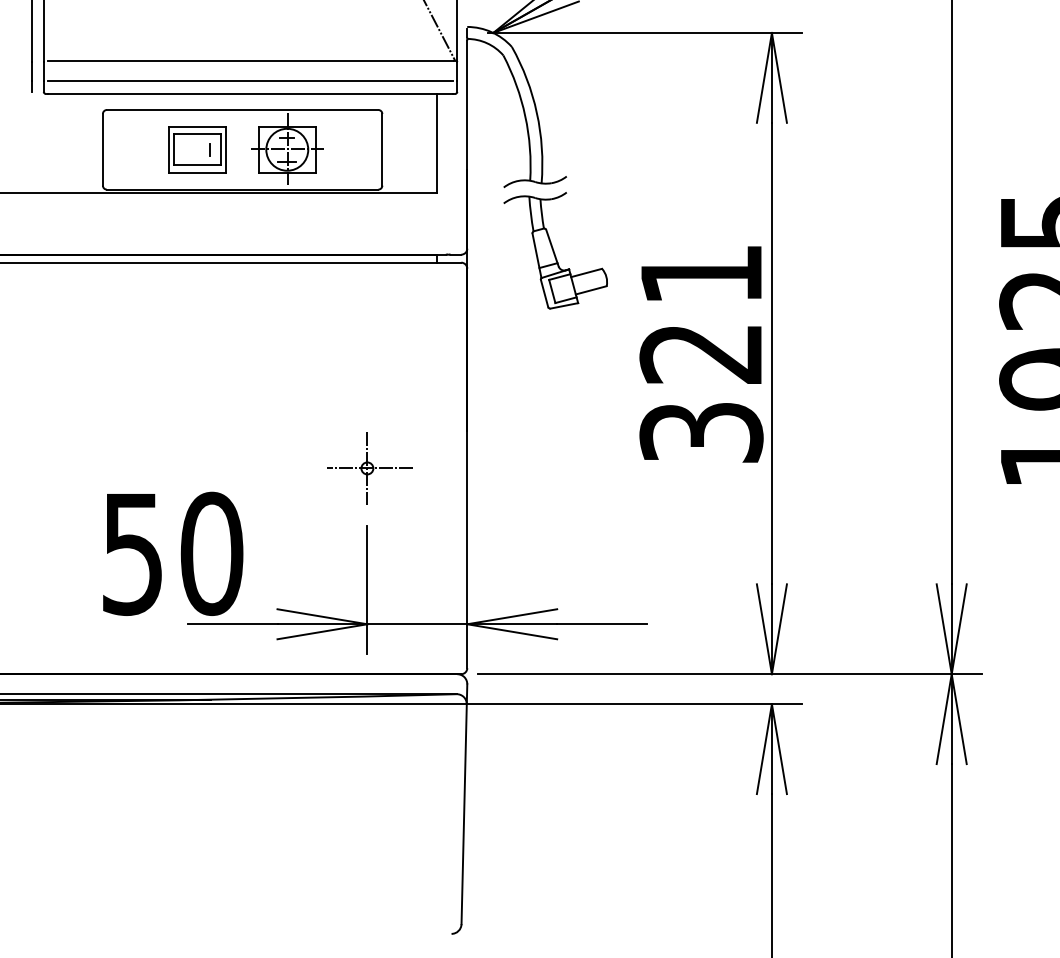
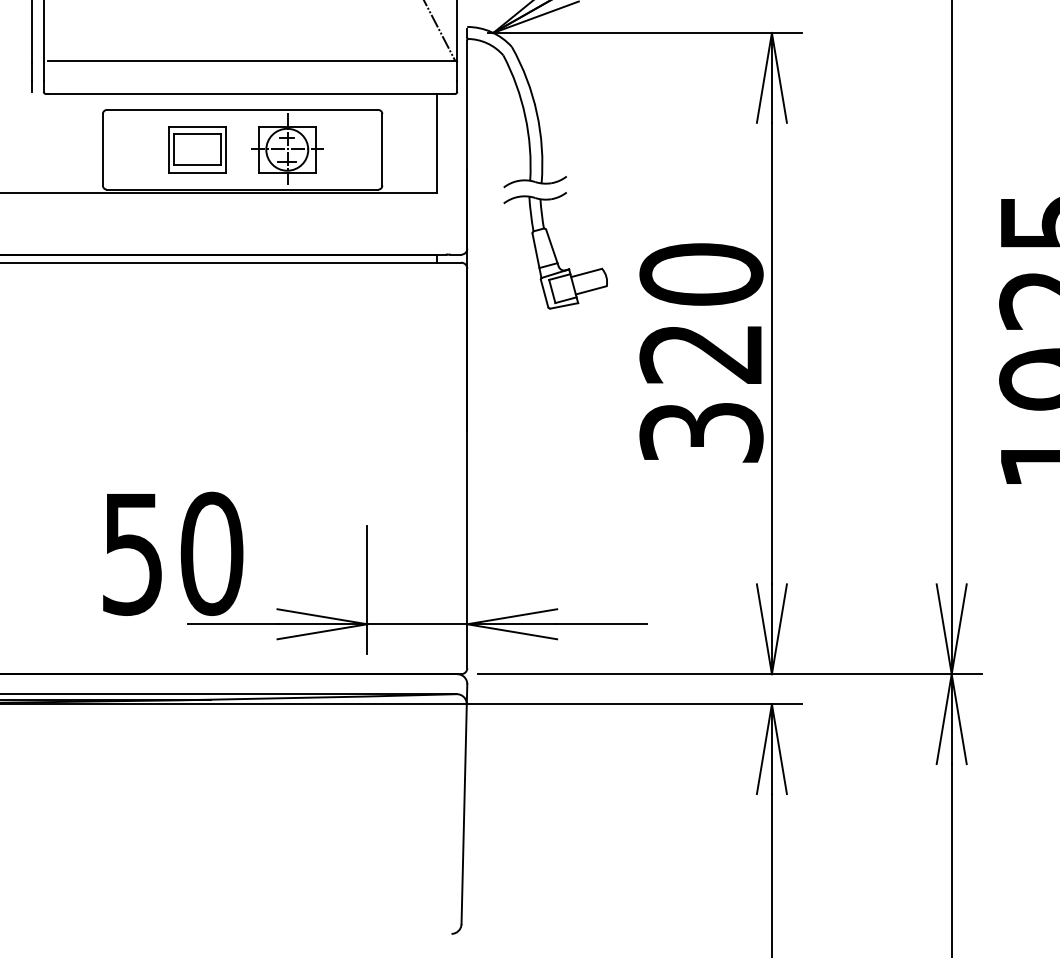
line at (250, 81): present -> none
line at (209, 149): present -> none
text at (701, 274): 321 -> 320
part at (369, 468): present -> none
